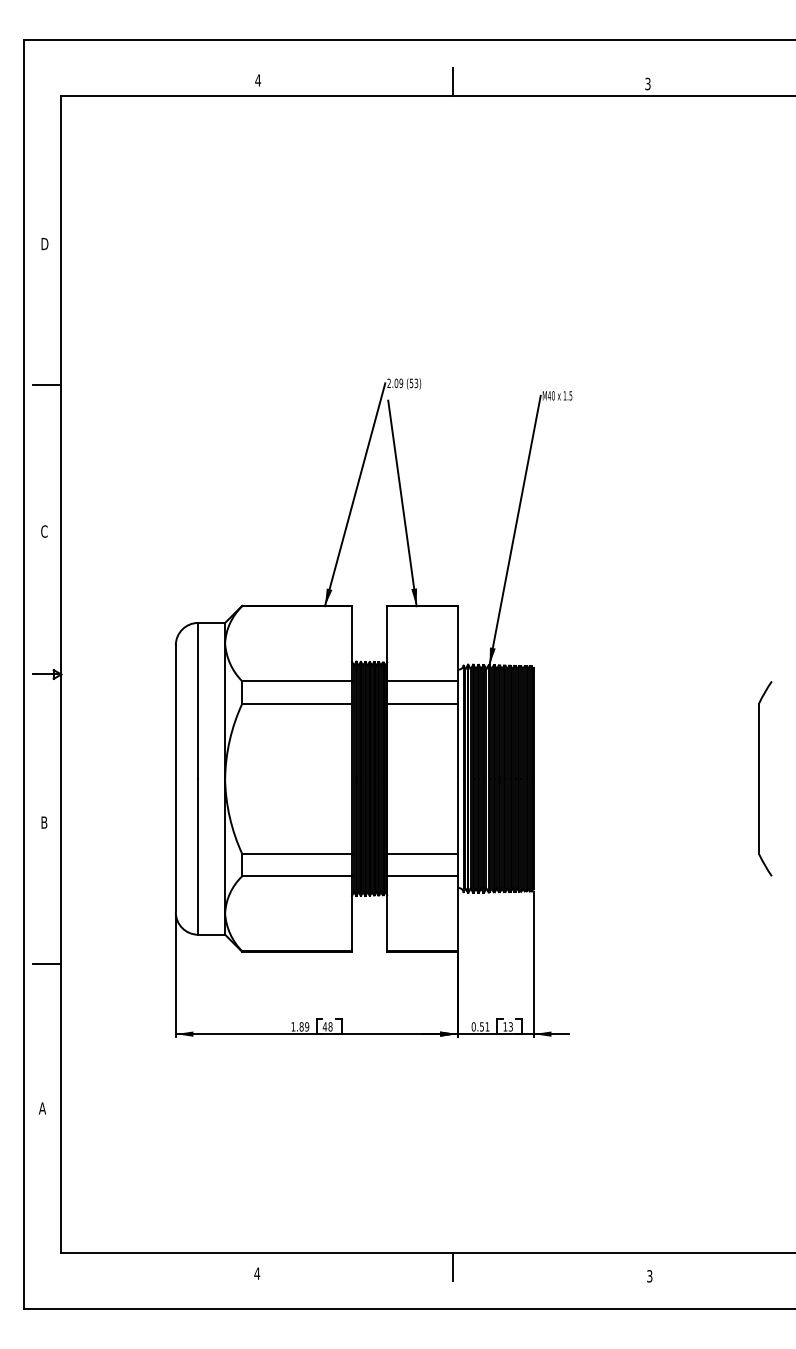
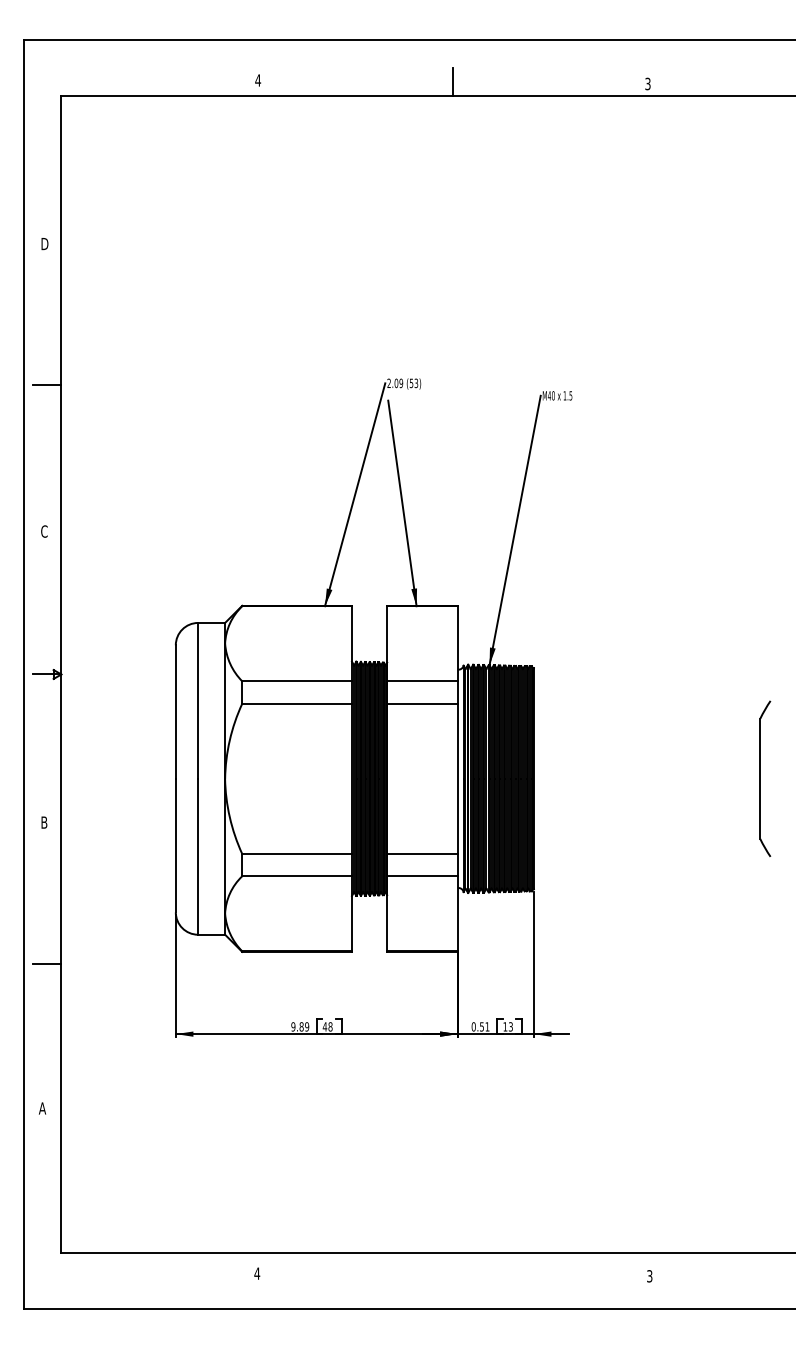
part at (765, 778) size: 15x196 px -> 13x157 px
text at (293, 1026): 1.89 -> 9.89
line at (453, 1266): present -> none
